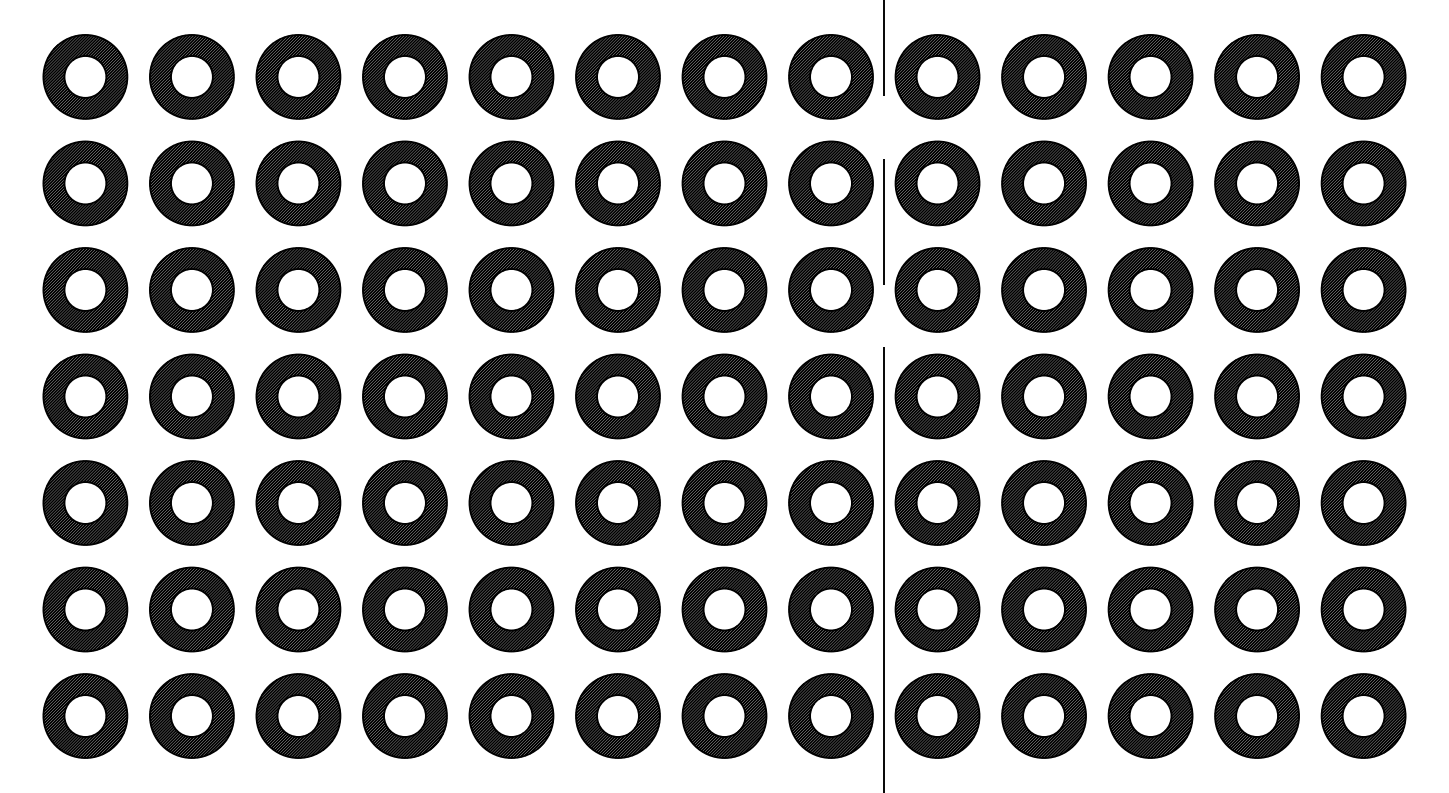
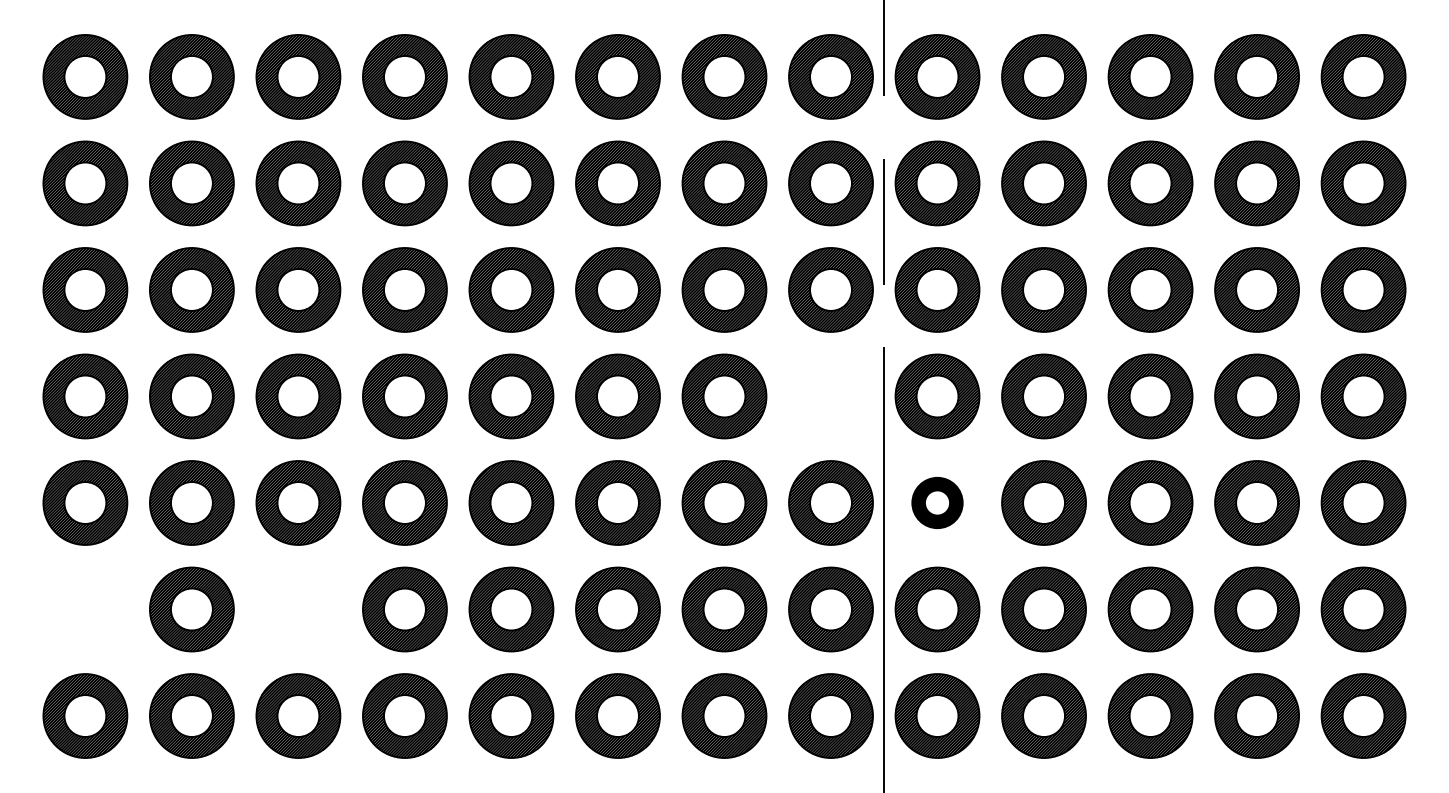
part at (830, 396): present -> none
part at (937, 502) size: 87x86 px -> 53x52 px
part at (85, 609): present -> none
part at (298, 609): present -> none
